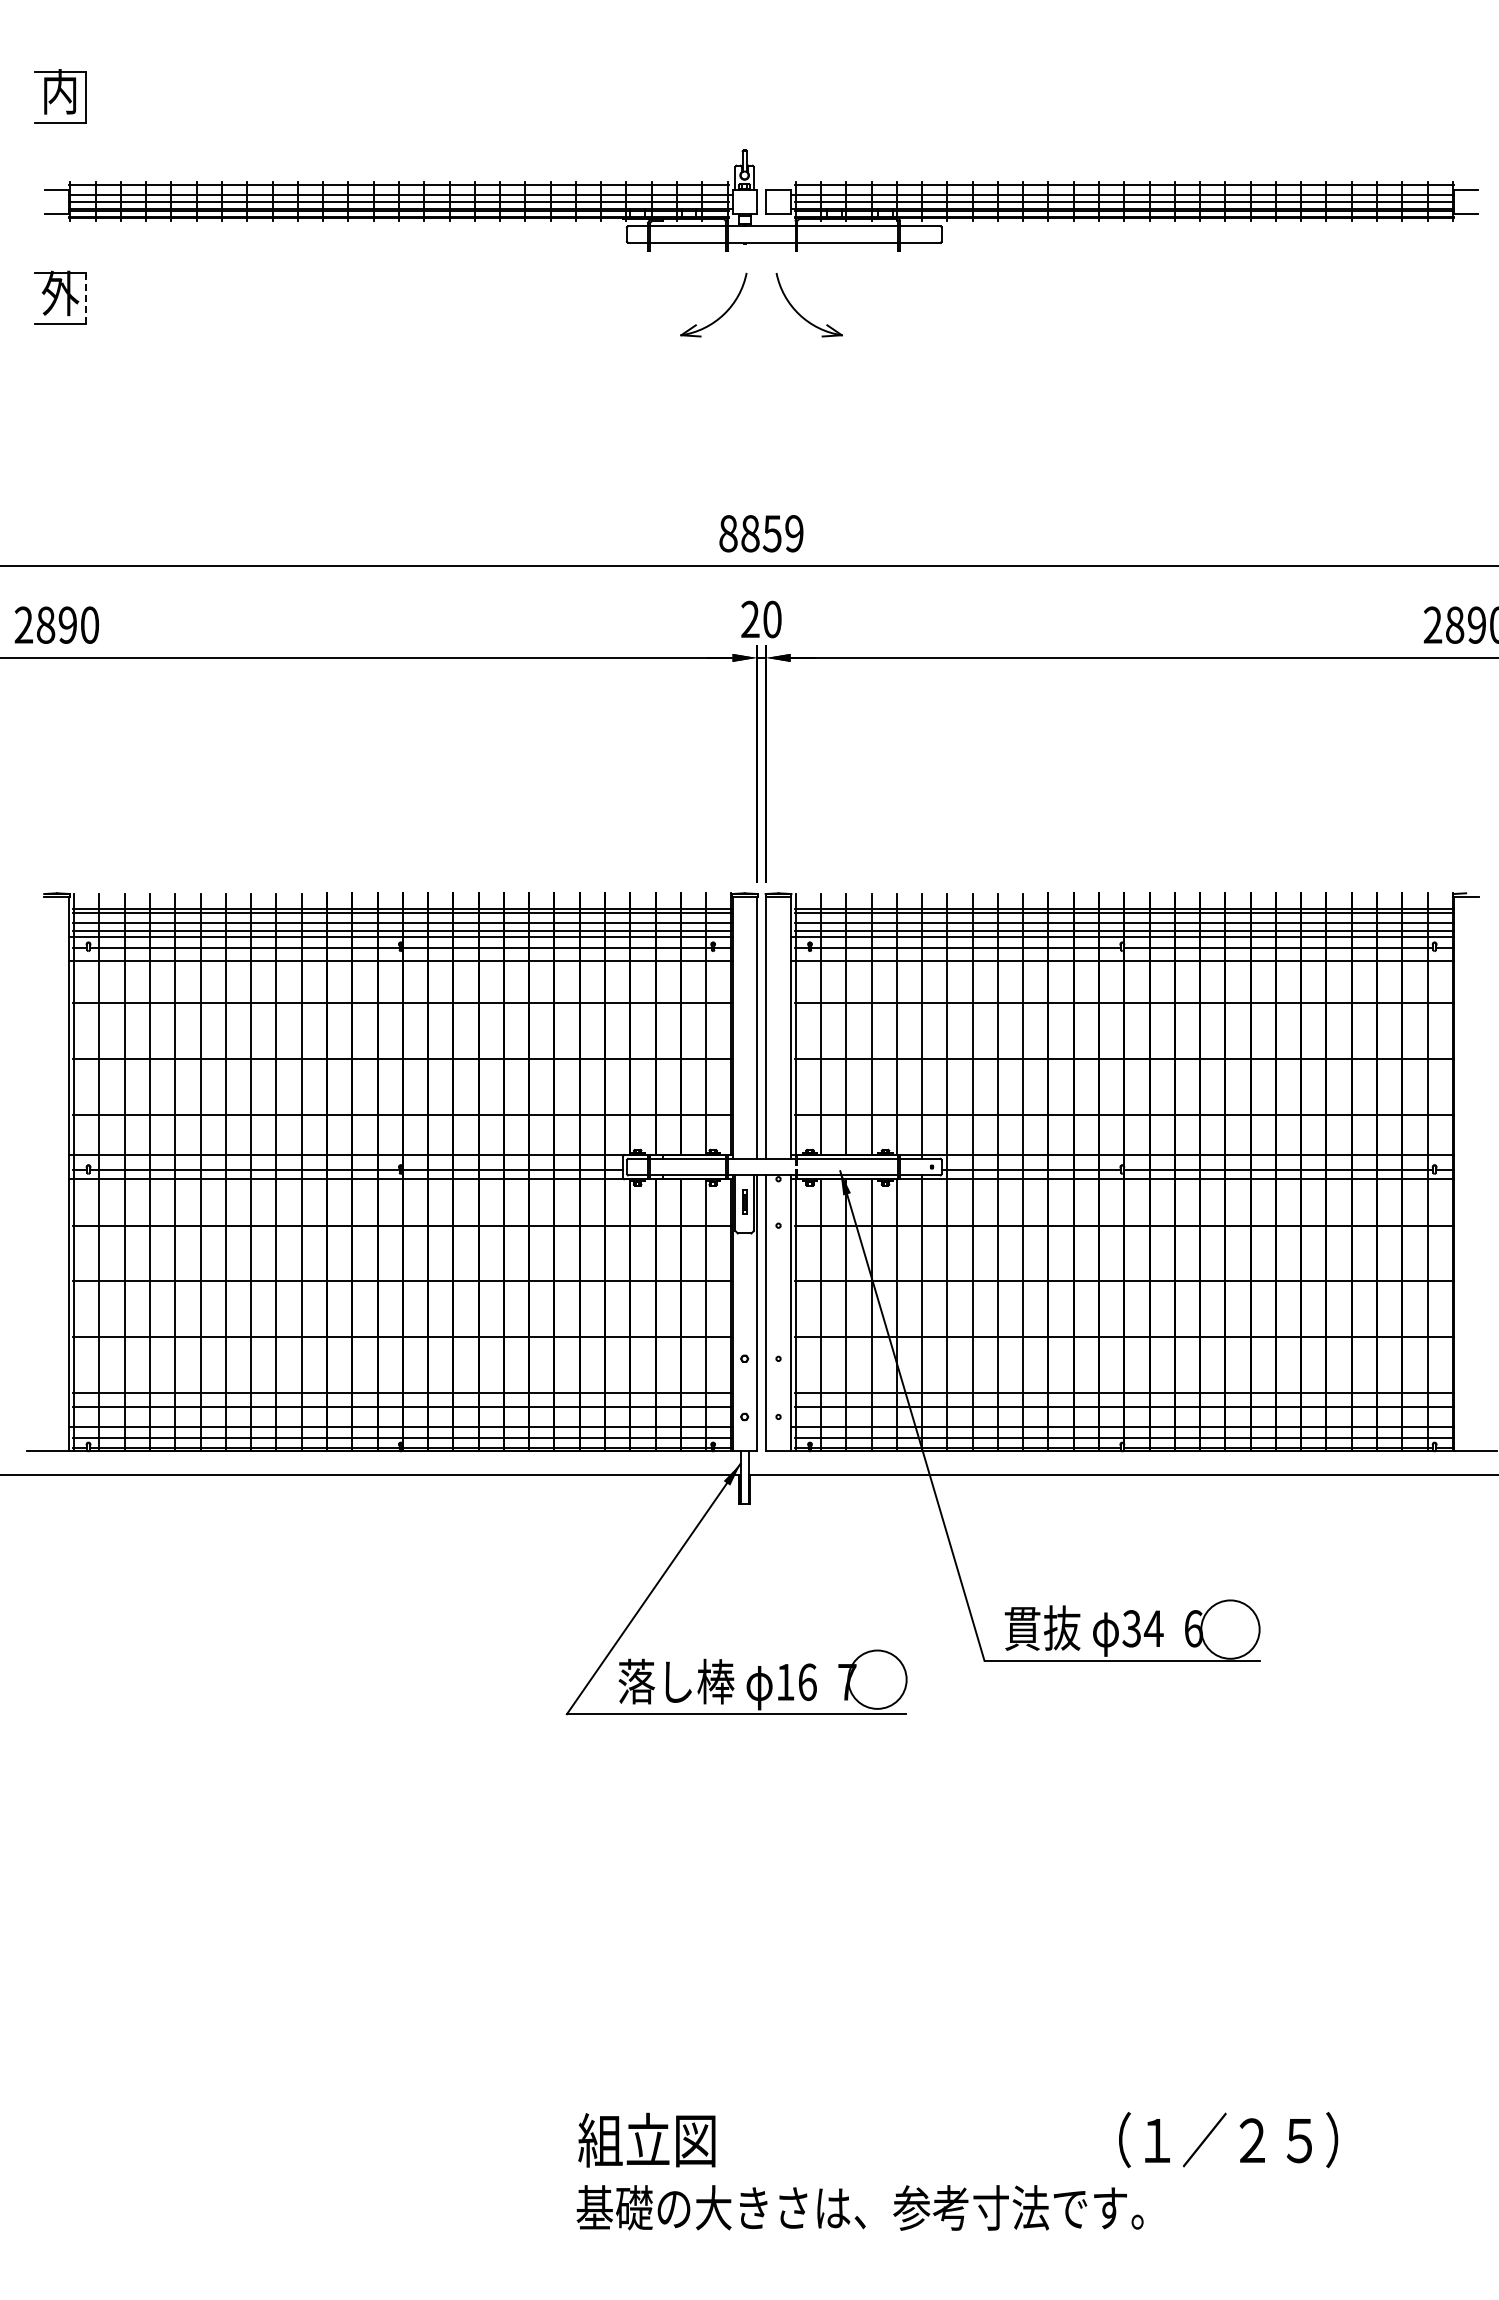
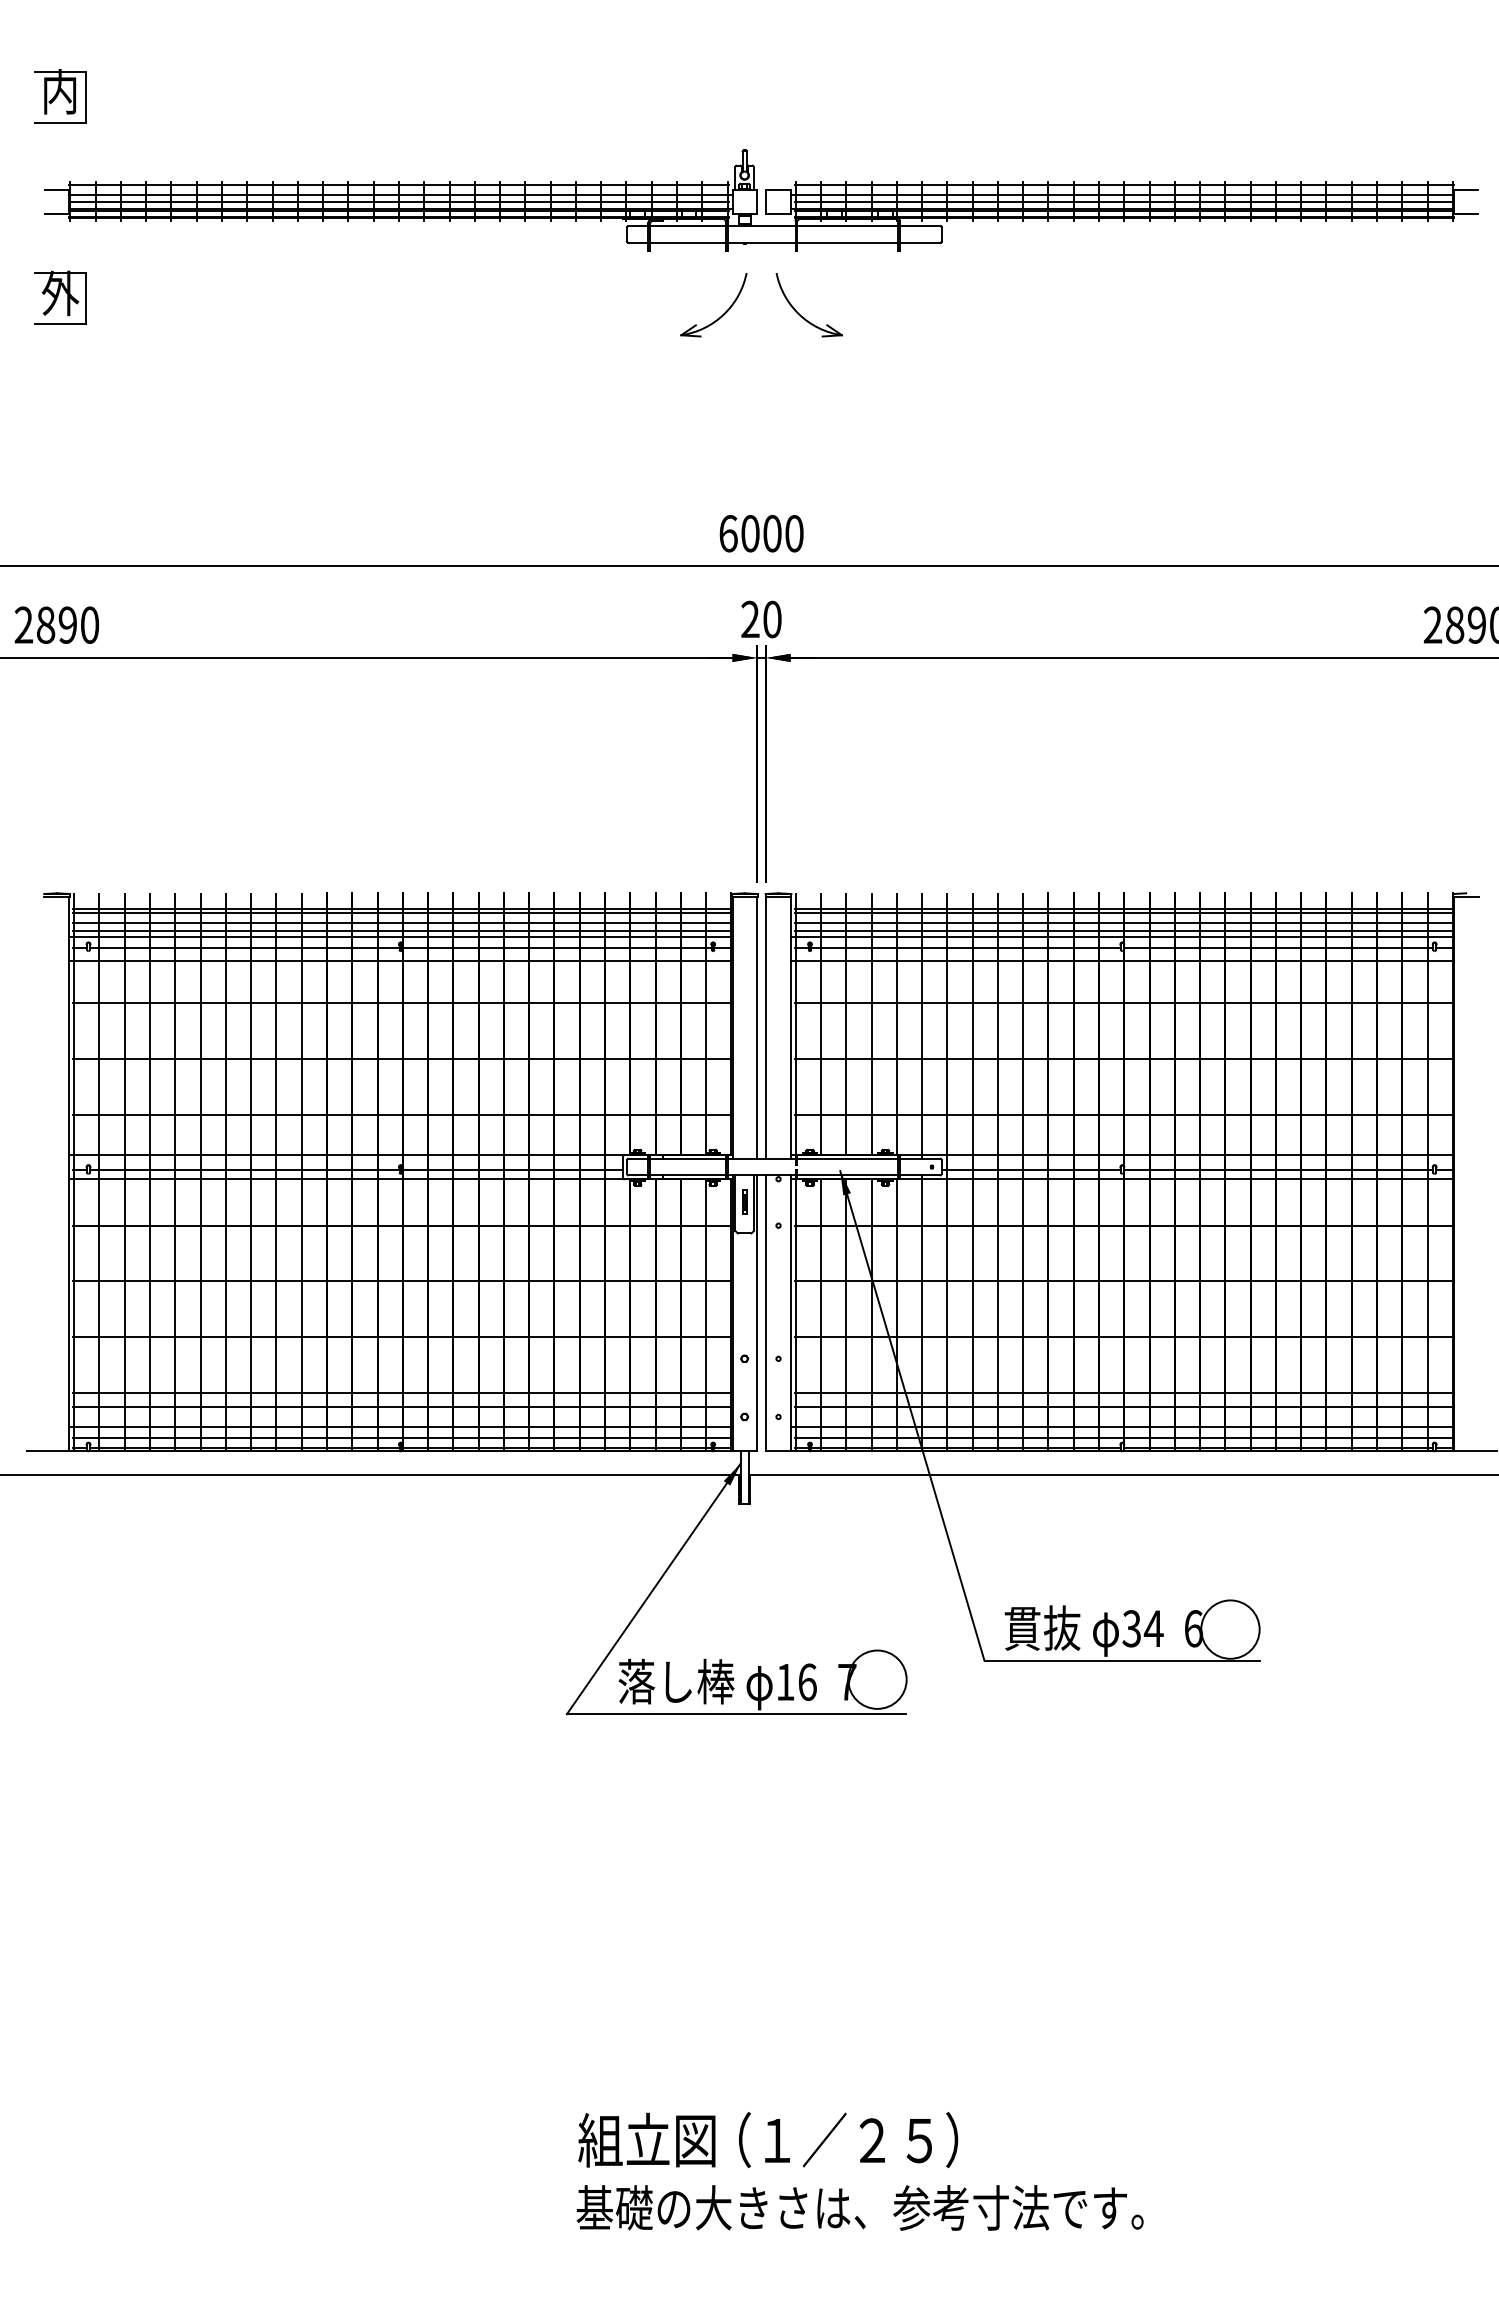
line at (85, 299): dashed -> solid
text at (761, 533): 8859 -> 6000
text at (1228, 2140) position: (1228, 2140) -> (848, 2140)
